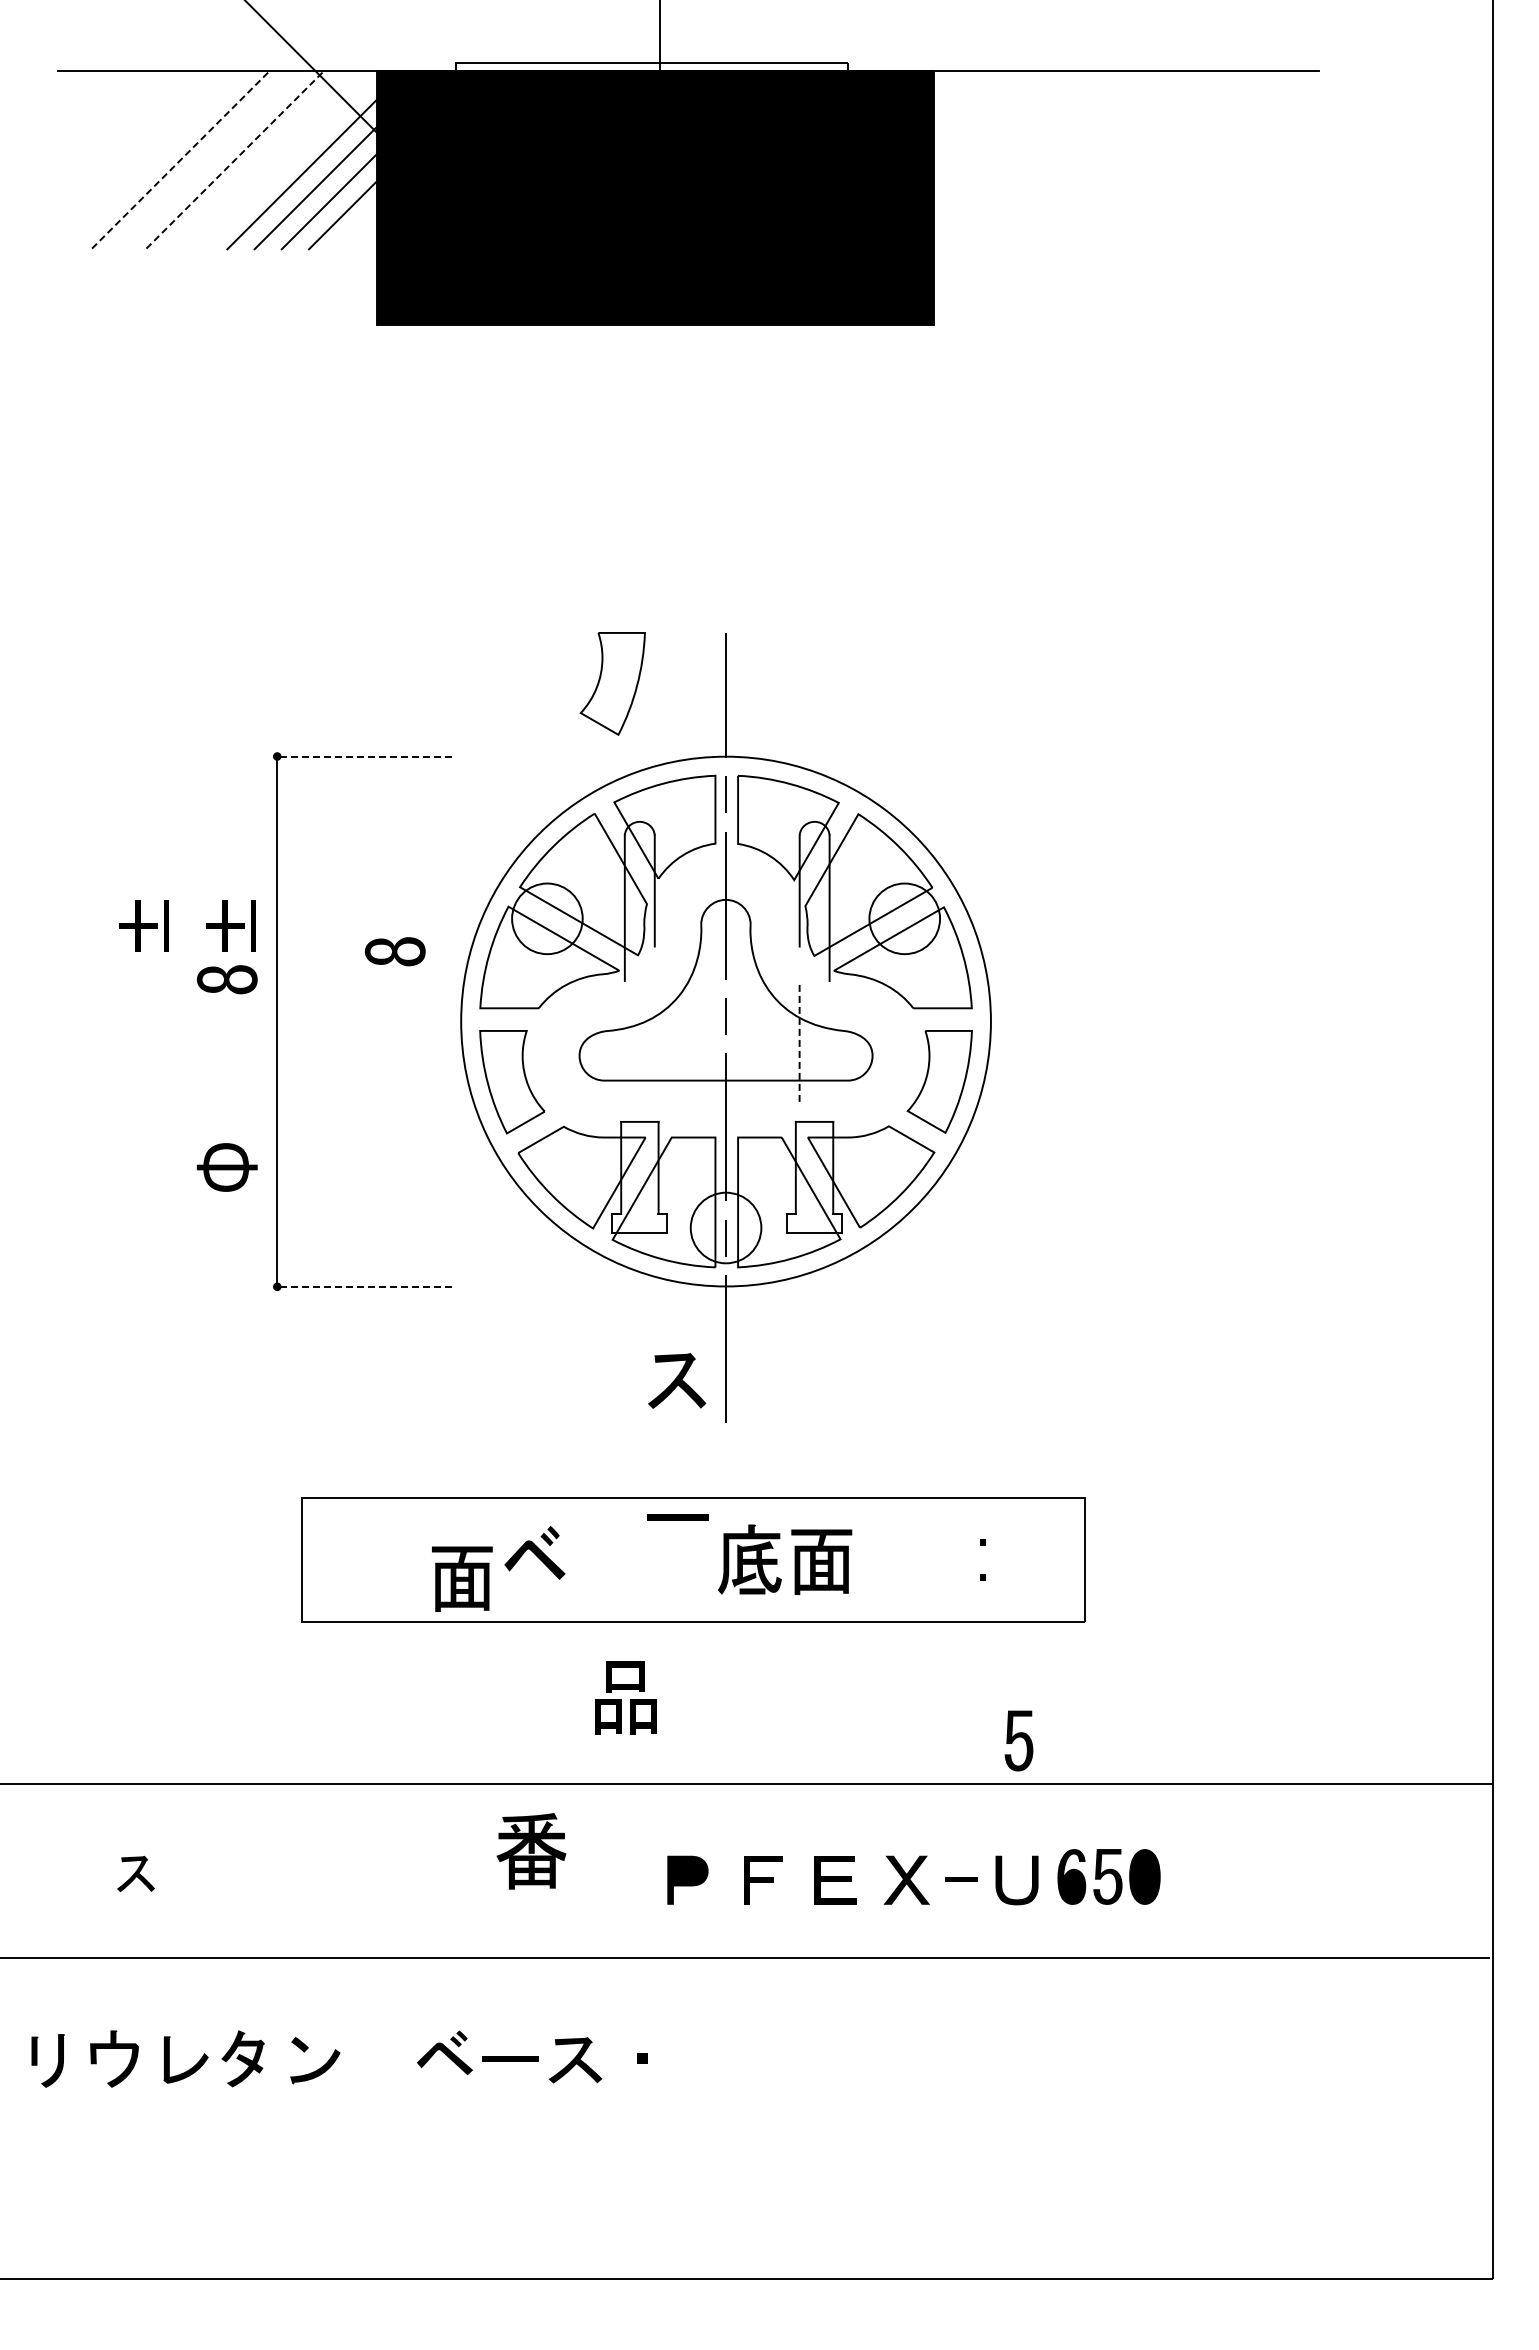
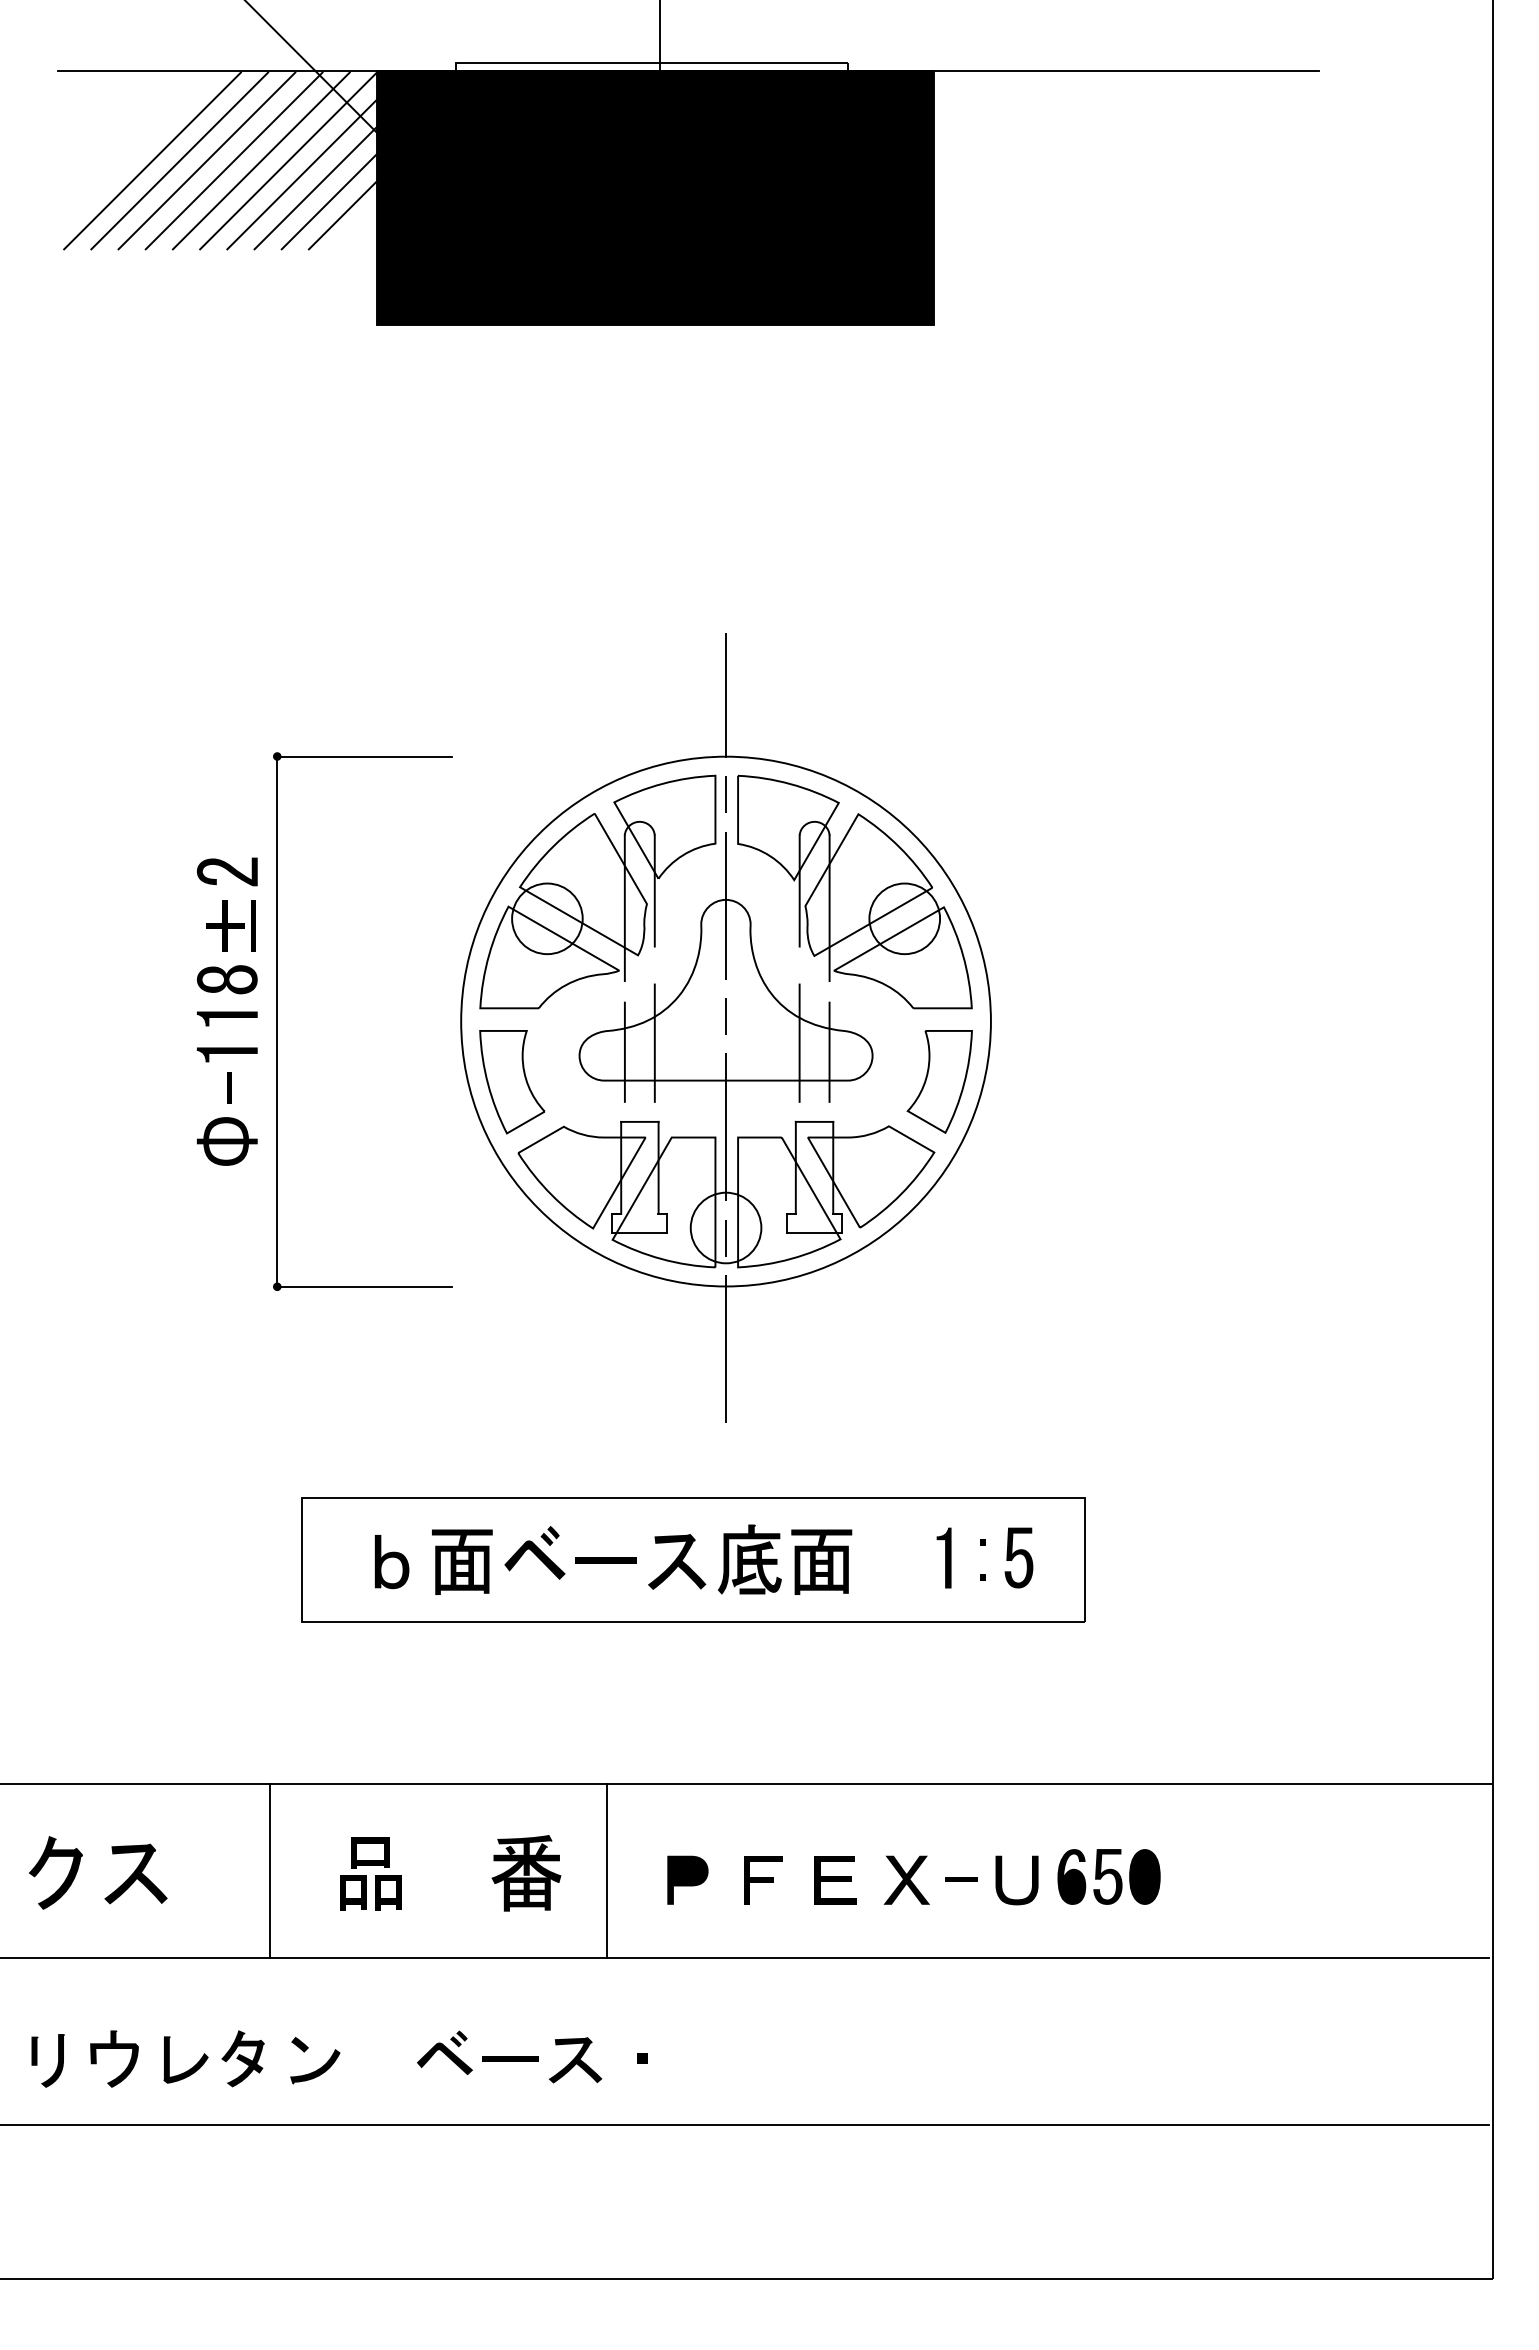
line at (152, 160): none -> present
line at (179, 160): dashed -> solid
line at (206, 160): none -> present
line at (234, 160): dashed -> solid
line at (260, 160): none -> present
line at (288, 160): none -> present
part at (612, 683): present -> none
line at (364, 756): dashed -> solid
fill at (226, 871): none -> present
part at (143, 925): present -> none
part at (395, 951): present -> none
fill at (226, 1018): none -> present
line at (654, 1042): none -> present
line at (799, 1043): dashed -> solid
line at (624, 1051): none -> present
line at (829, 1051): none -> present
fill at (226, 1054): none -> present
fill at (229, 1087): none -> present
part at (227, 1167) position: (227, 1167) -> (227, 1141)
line at (364, 1286): dashed -> solid
part at (677, 1380) position: (677, 1380) -> (677, 1561)
part at (677, 1517) position: (677, 1517) -> (605, 1560)
fill at (943, 1557): none -> present
part at (391, 1562): none -> present
part at (462, 1578) position: (462, 1578) -> (462, 1561)
part at (625, 1697) position: (625, 1697) -> (370, 1873)
part at (1018, 1740) position: (1018, 1740) -> (1018, 1557)
part at (531, 1851) position: (531, 1851) -> (526, 1873)
line at (269, 1870): none -> present
line at (606, 1870): none -> present
fill at (55, 1872): none -> present
part at (135, 1873) size: 38x36 px -> 64x62 px
line at (745, 2125): none -> present
